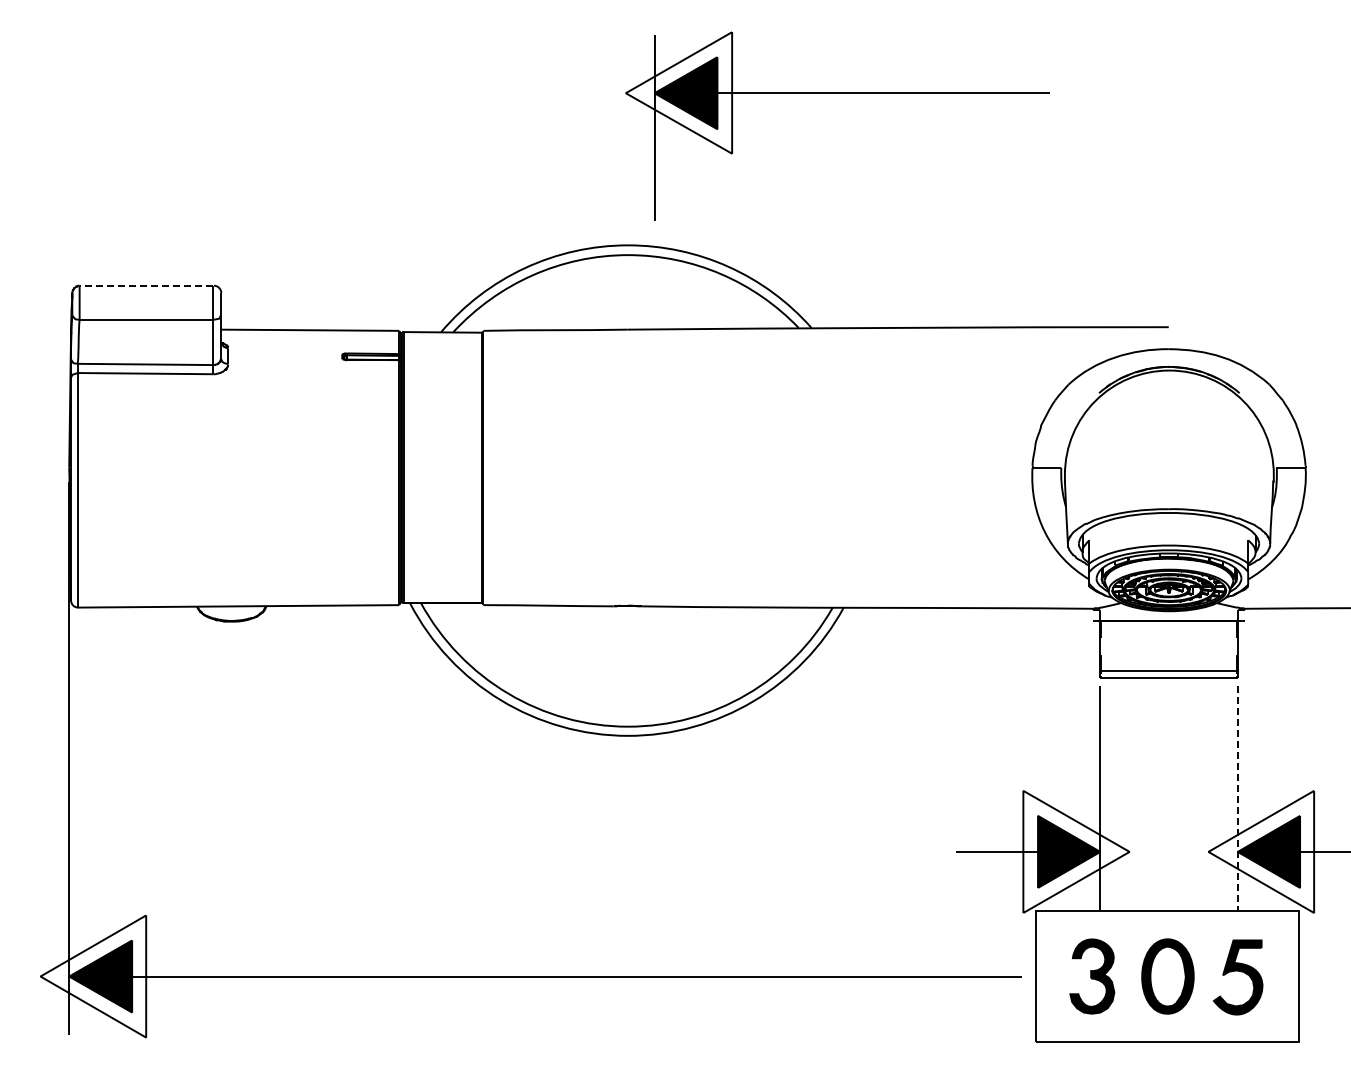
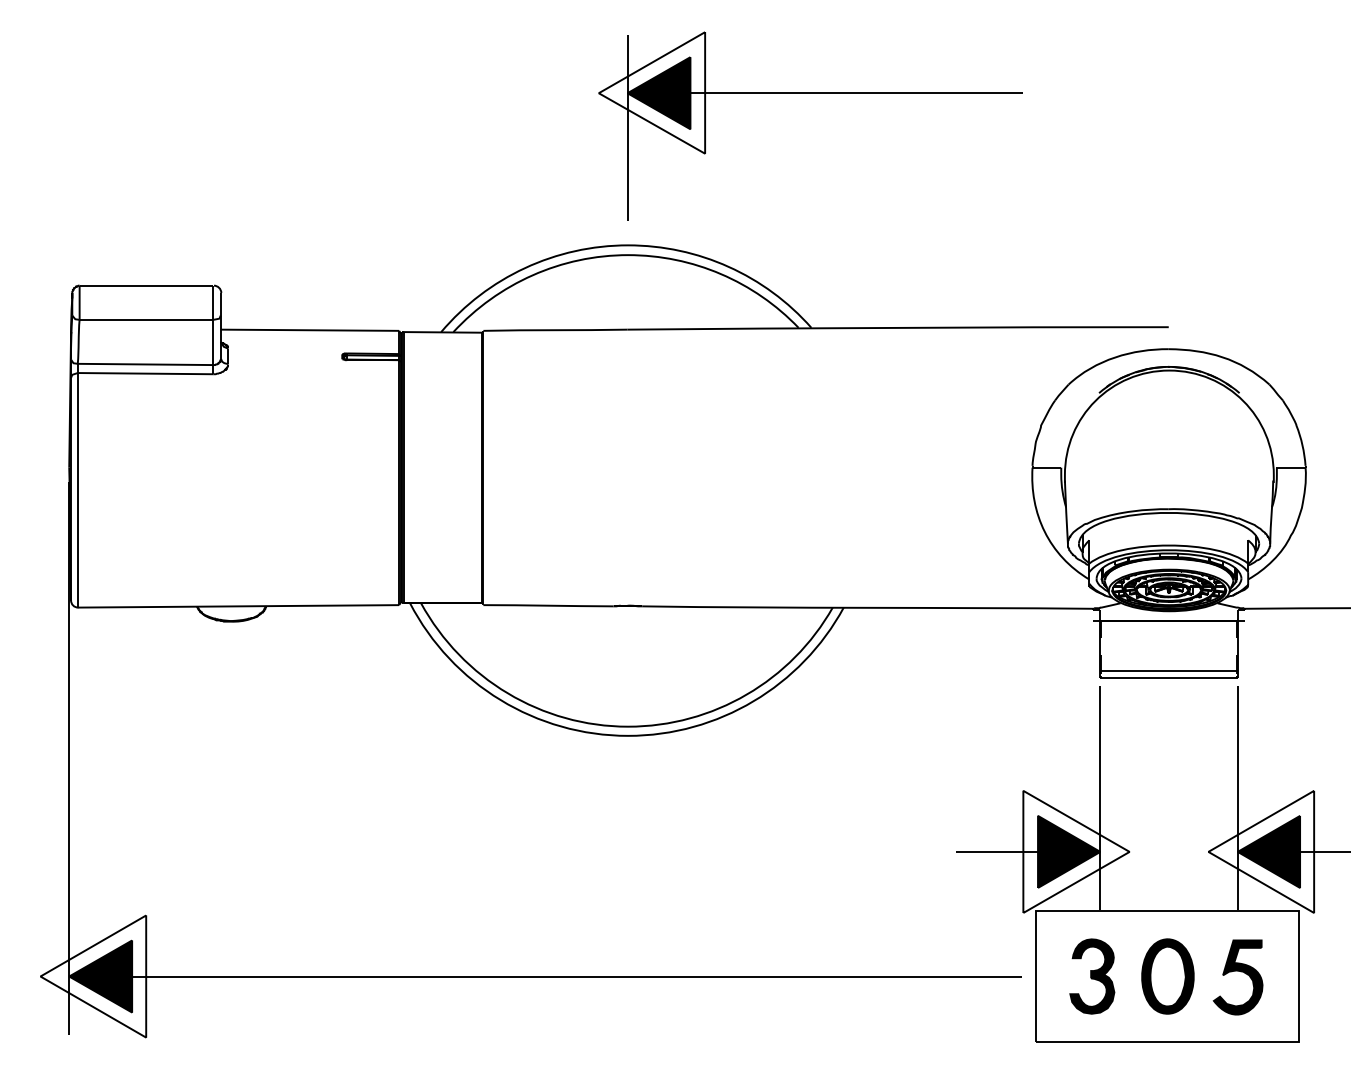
part at (837, 93) position: (837, 93) -> (810, 93)
line at (146, 285): dashed -> solid
line at (1237, 798): dashed -> solid
